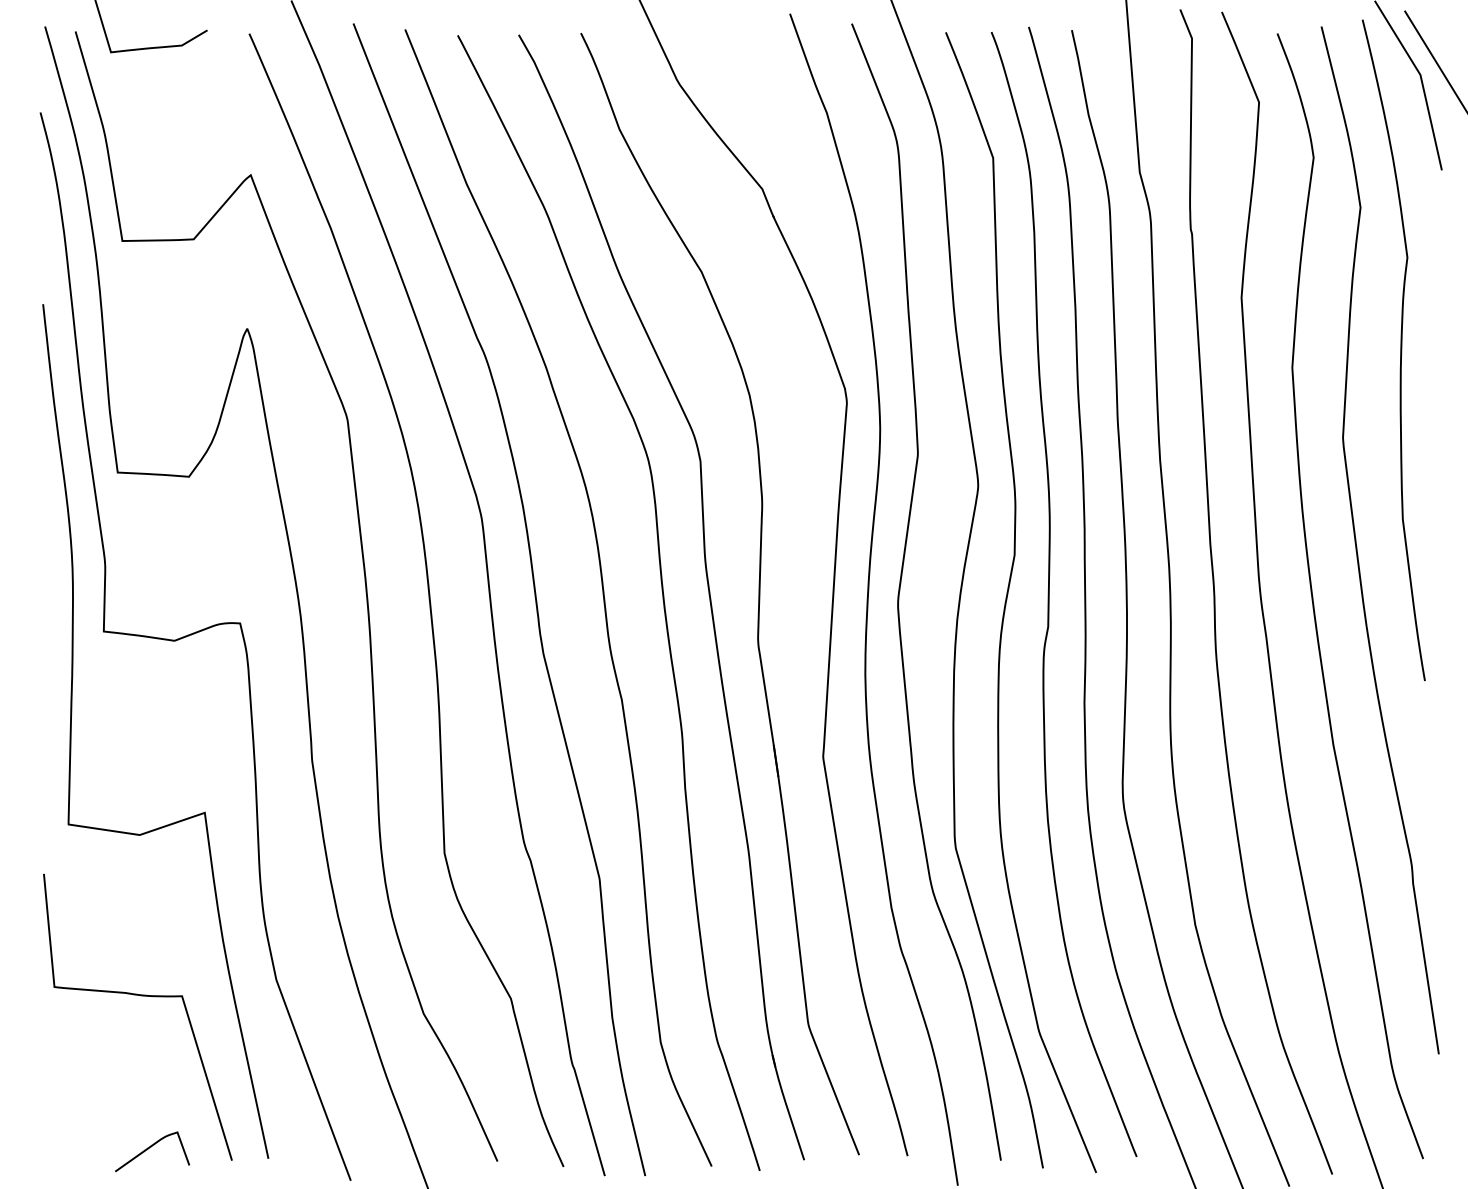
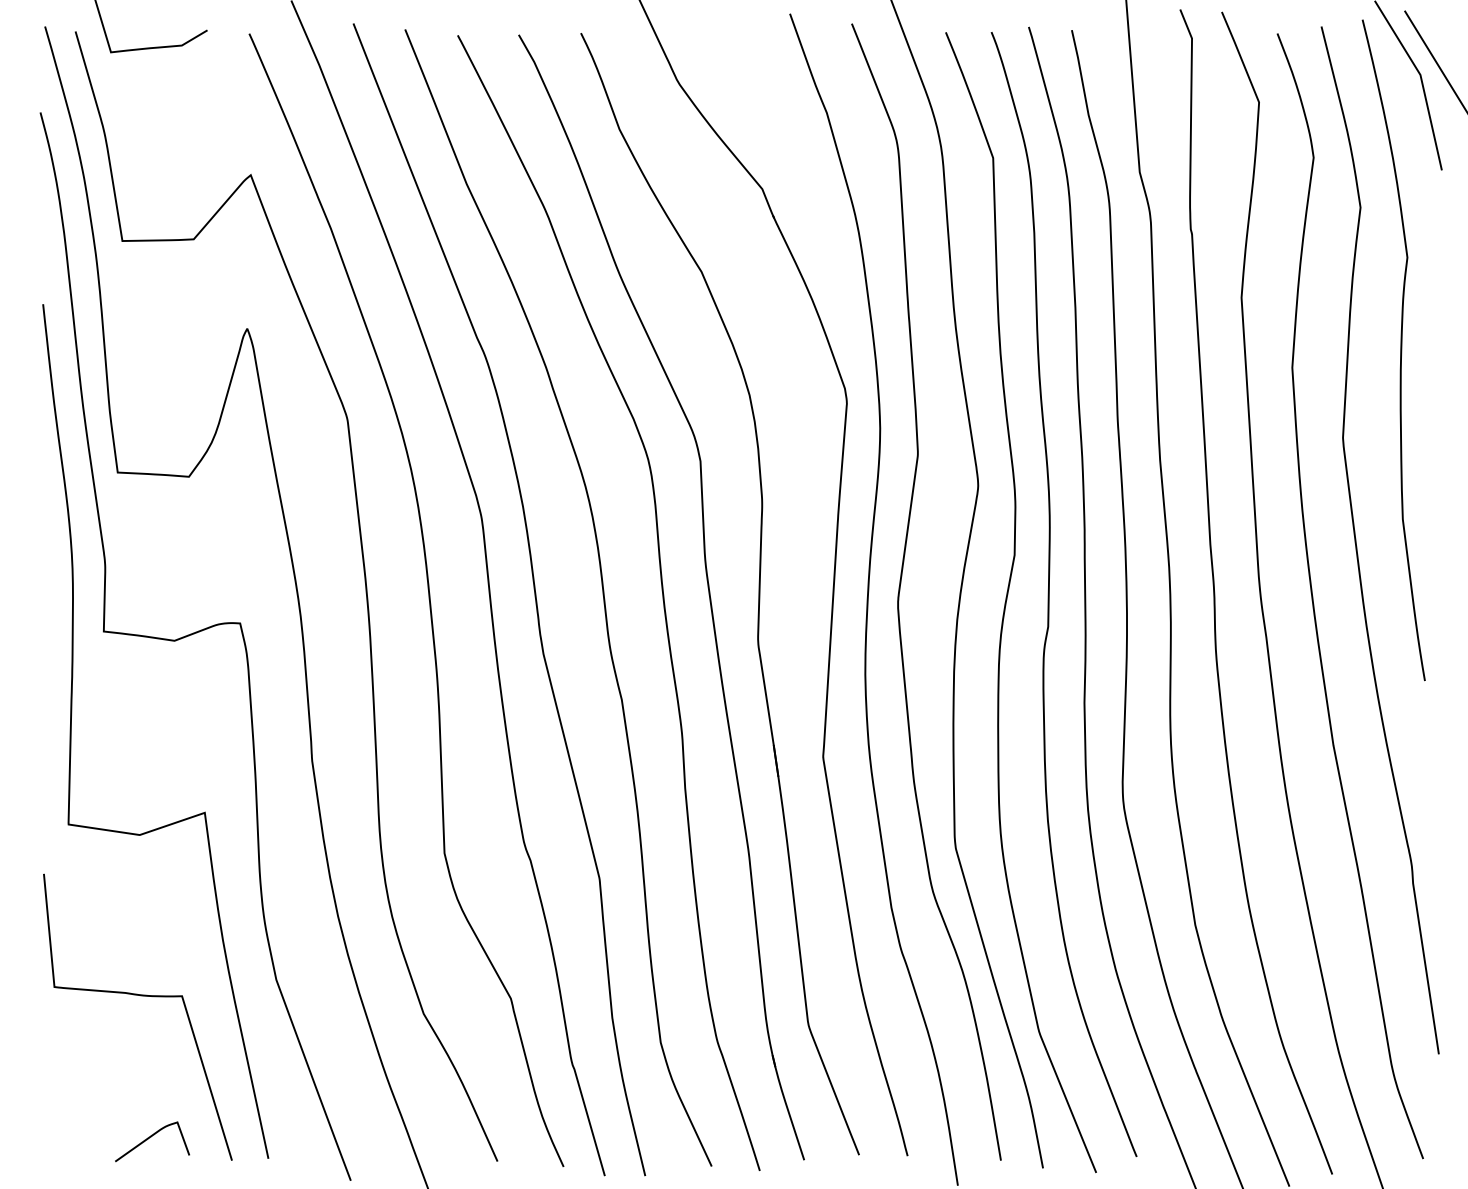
curve at (151, 1147) position: (151, 1147) -> (151, 1137)
